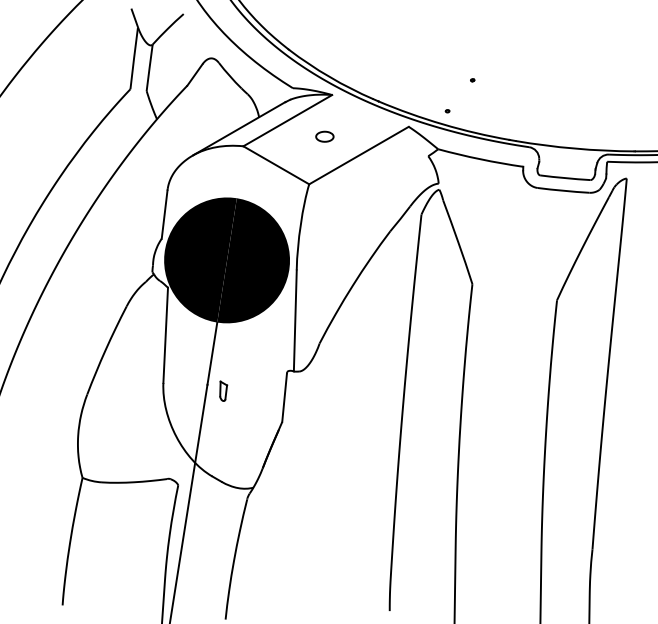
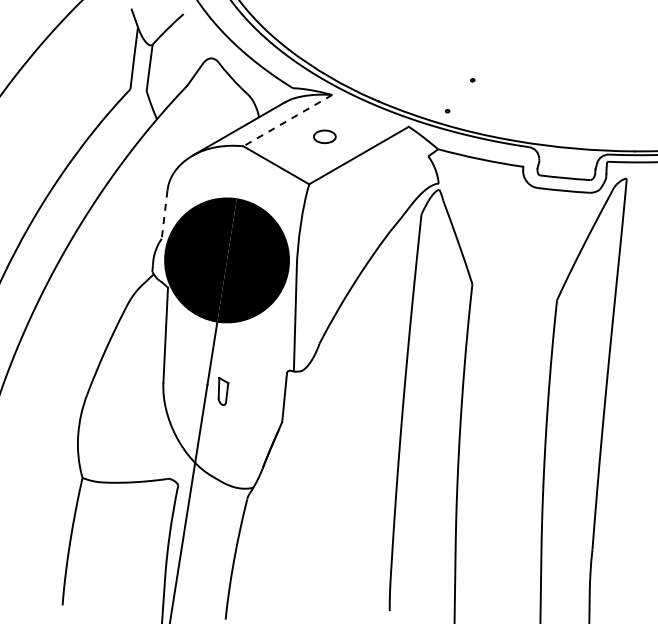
line at (287, 120): solid -> dashed
part at (324, 136) size: 20x13 px -> 24x15 px
line at (164, 215): solid -> dashed
part at (223, 390) size: 10x22 px -> 13x29 px
